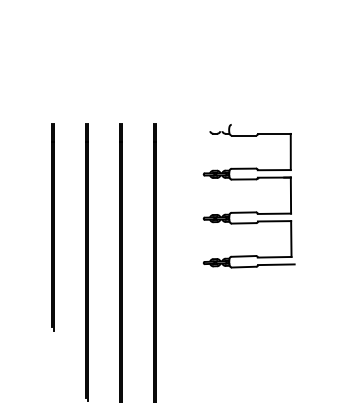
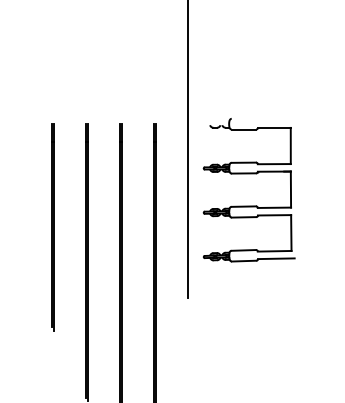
line at (187, 149): none -> present
part at (248, 211) position: (248, 211) -> (248, 205)
